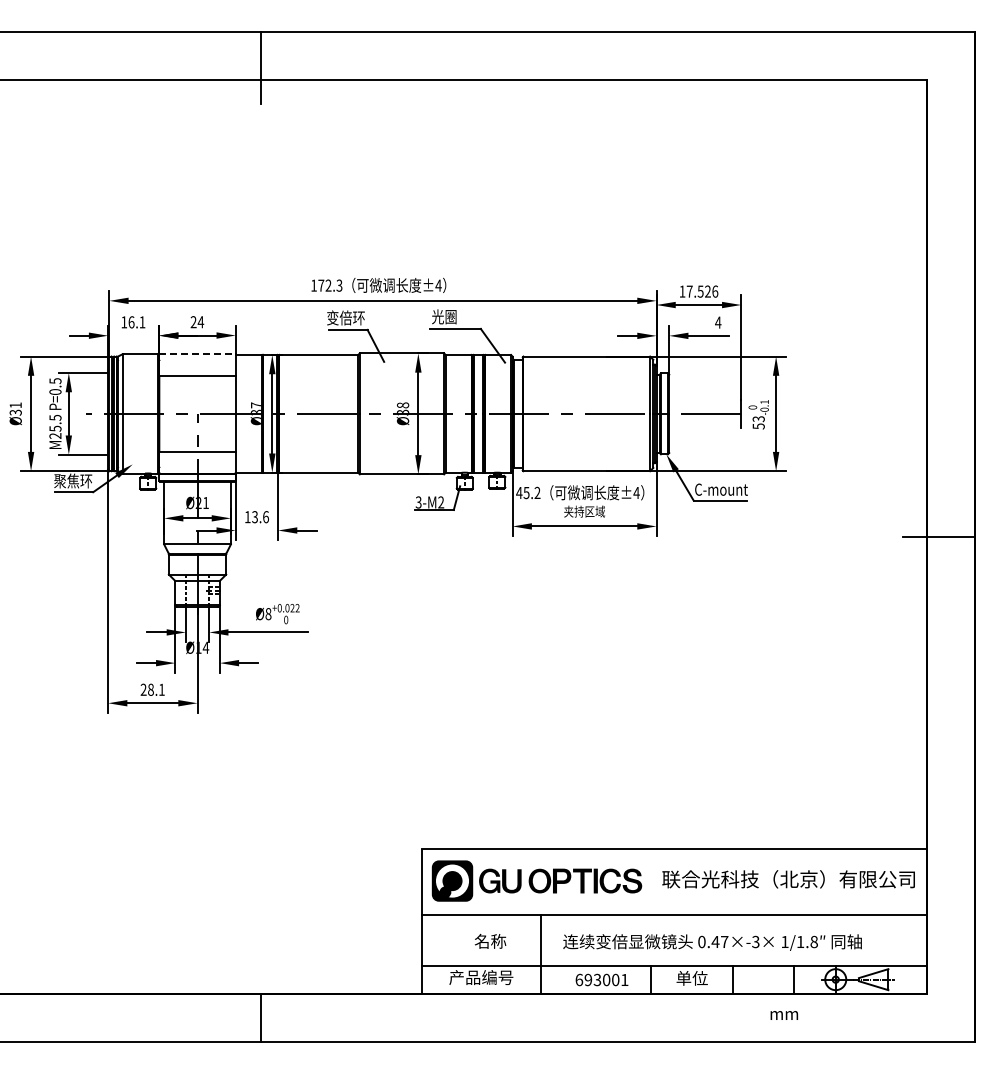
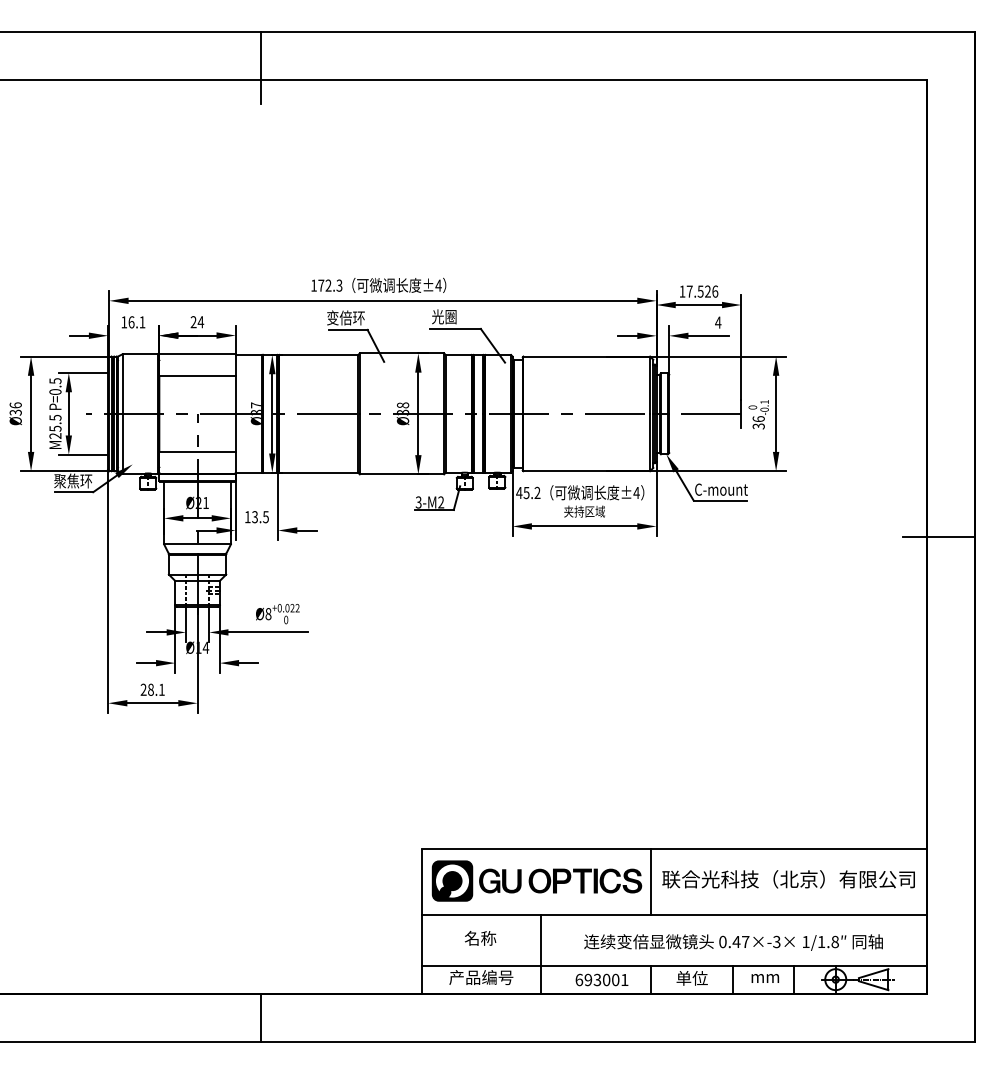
line at (198, 354): dashed -> solid
text at (15, 405): Ø31 -> Ø36
text at (758, 422): 53 -> 36
text at (265, 517): 13.6 -> 13.5
line at (650, 881): none -> present
text at (490, 941) position: (490, 941) -> (480, 938)
text at (712, 942) position: (712, 942) -> (733, 942)
text at (784, 1015) position: (784, 1015) -> (765, 978)
